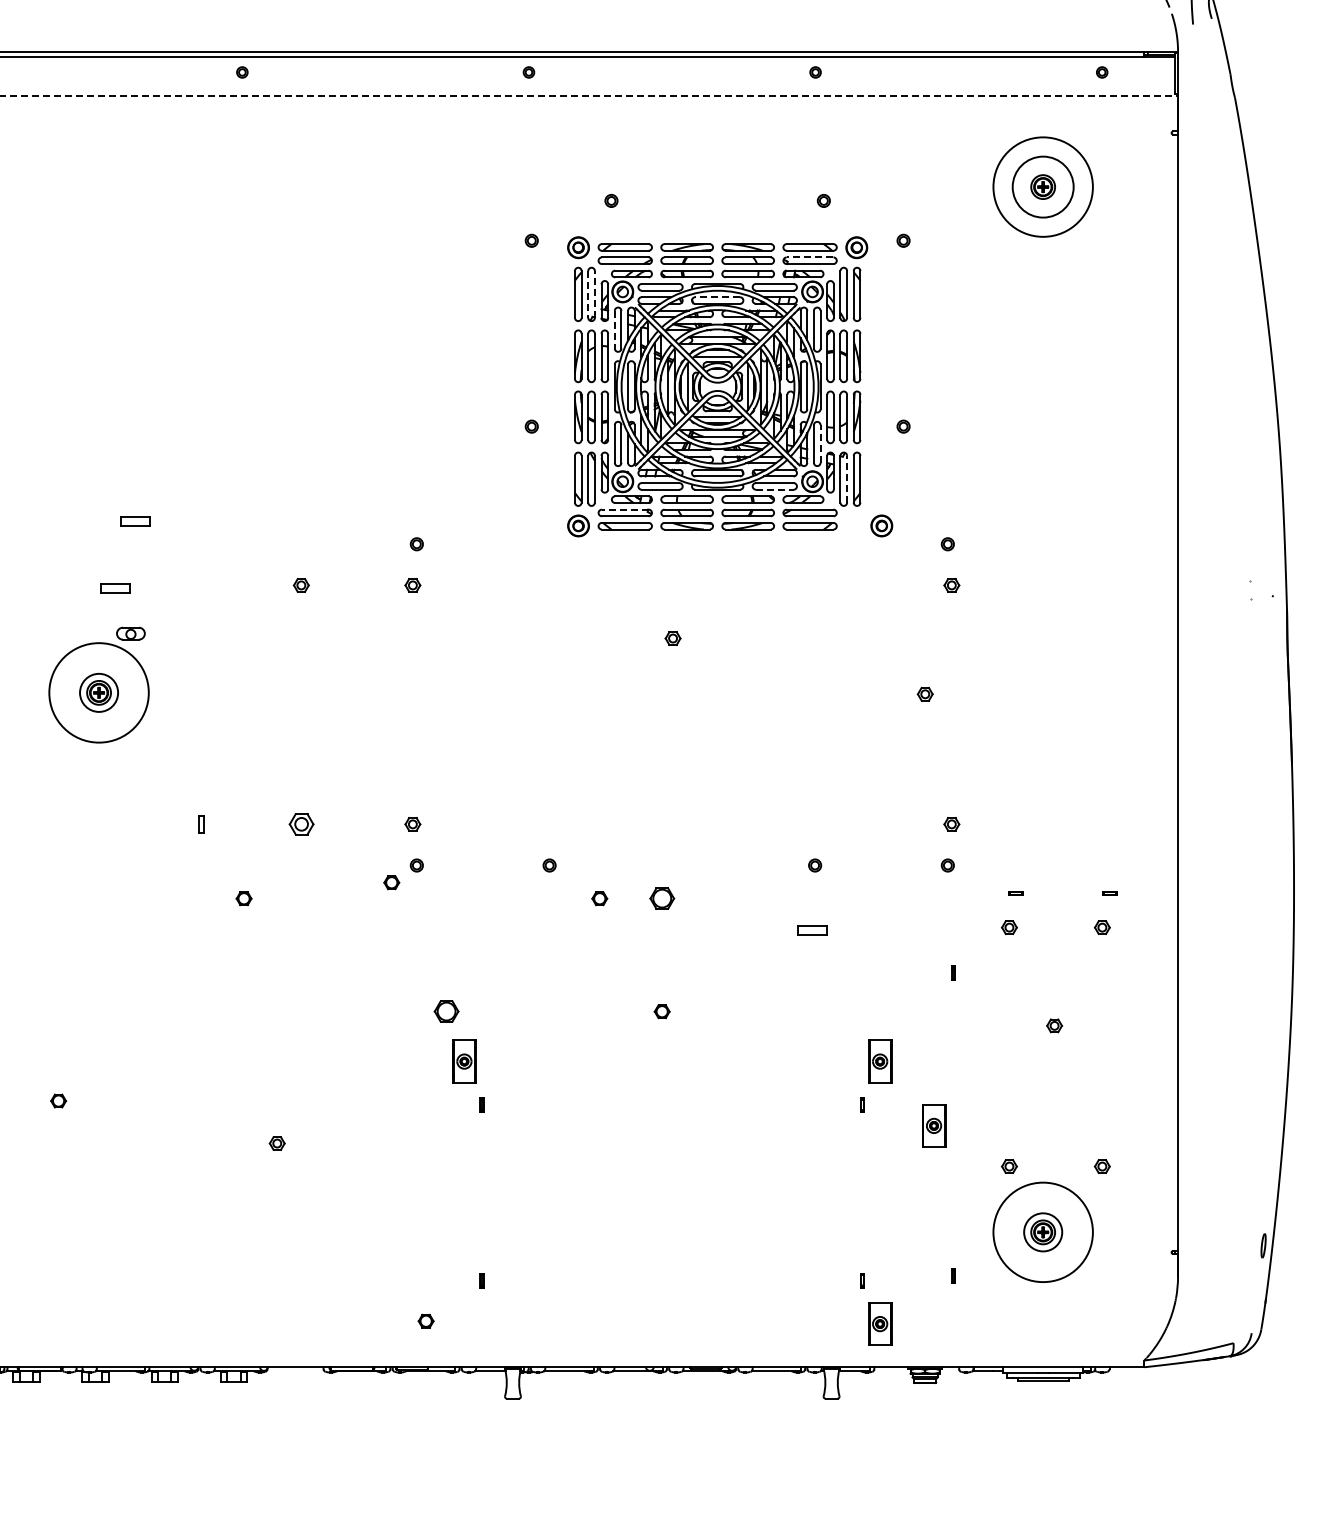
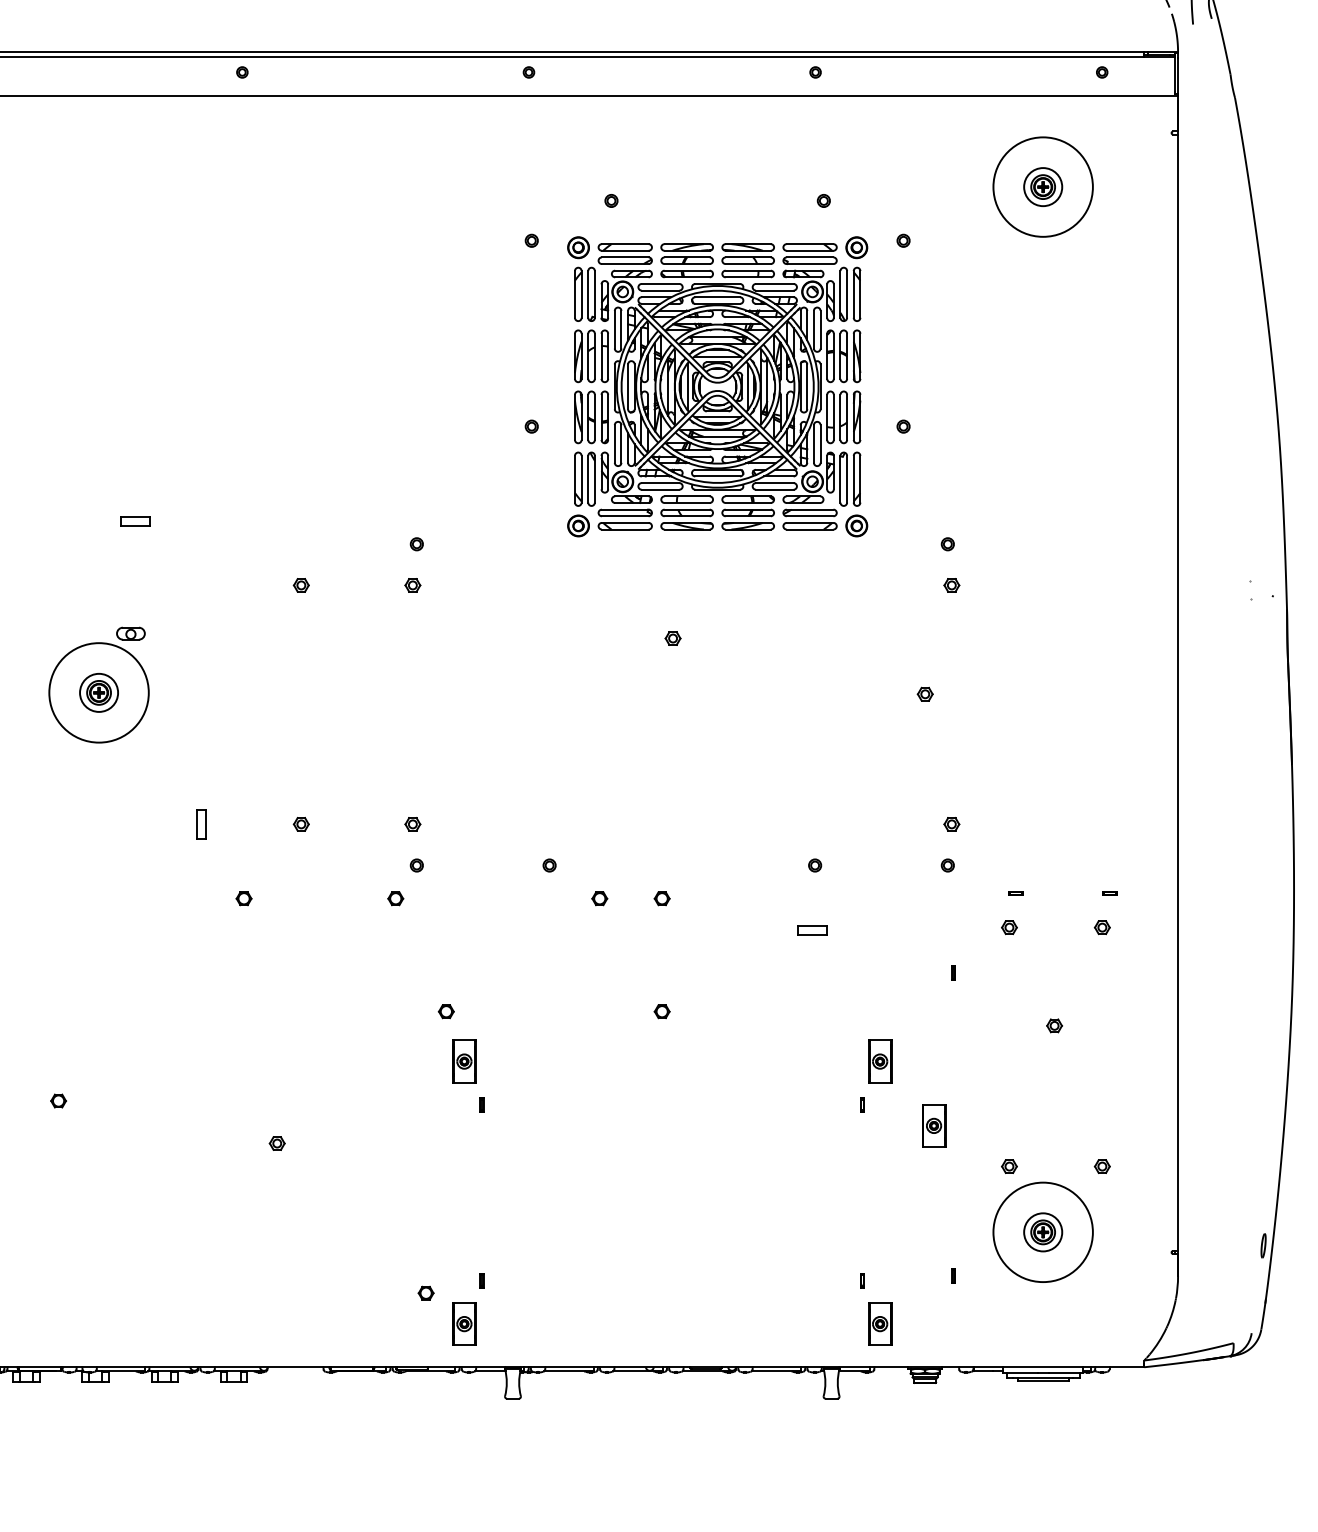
line at (589, 96): dashed -> solid
circle at (1042, 186) diameter: 61 px -> 38 px
line at (809, 257): dashed -> solid
line at (594, 293): dashed -> solid
line at (588, 294): dashed -> solid
line at (717, 297): dashed -> solid
line at (614, 329): dashed -> solid
line at (820, 443): dashed -> solid
line at (847, 478): dashed -> solid
line at (774, 489): dashed -> solid
line at (624, 509): dashed -> solid
part at (881, 525) position: (881, 525) -> (856, 525)
part at (115, 588): present -> none
part at (201, 824) size: 7x19 px -> 11x31 px
part at (301, 824) size: 27x23 px -> 18x15 px
part at (391, 882) position: (391, 882) -> (395, 898)
part at (662, 898) size: 27x23 px -> 18x16 px
part at (446, 1011) size: 27x23 px -> 18x16 px
part at (425, 1320) position: (425, 1320) -> (425, 1292)
part at (464, 1323): none -> present
